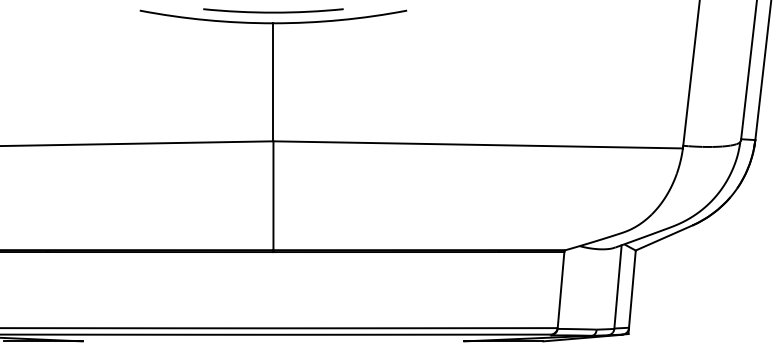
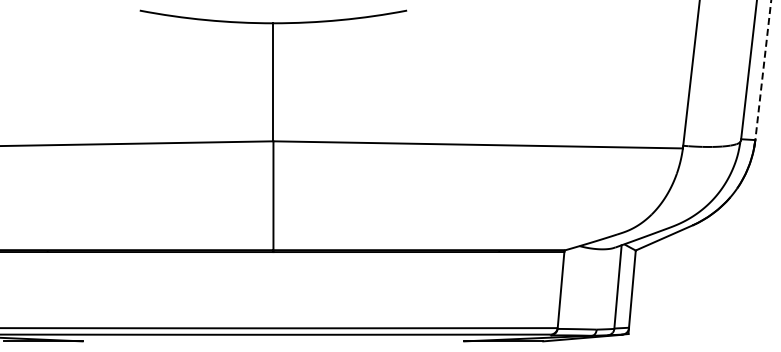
arc at (273, 11): present -> none
line at (763, 70): solid -> dashed
